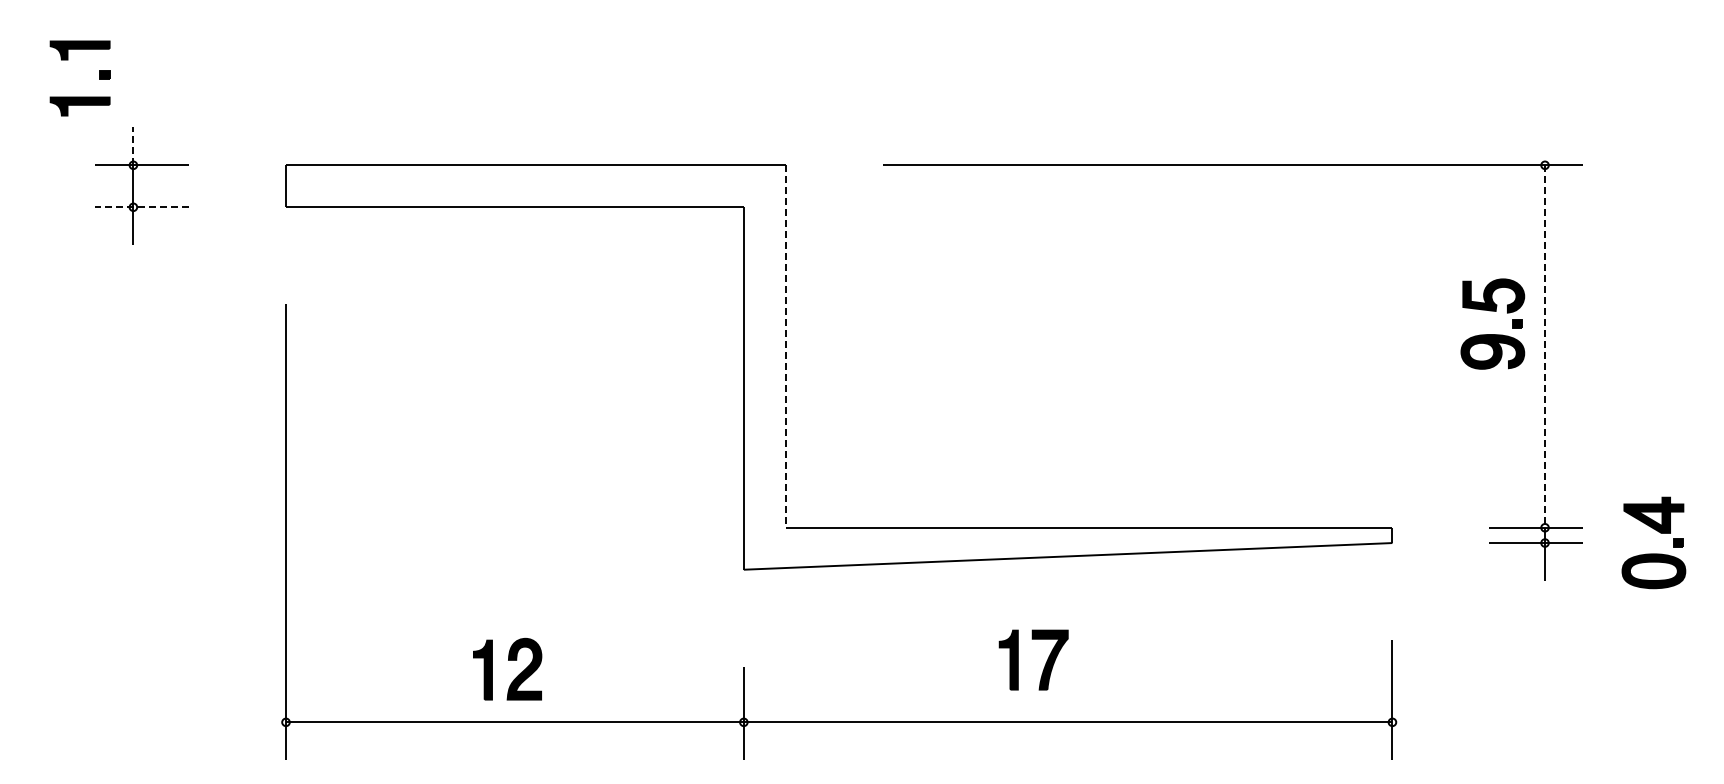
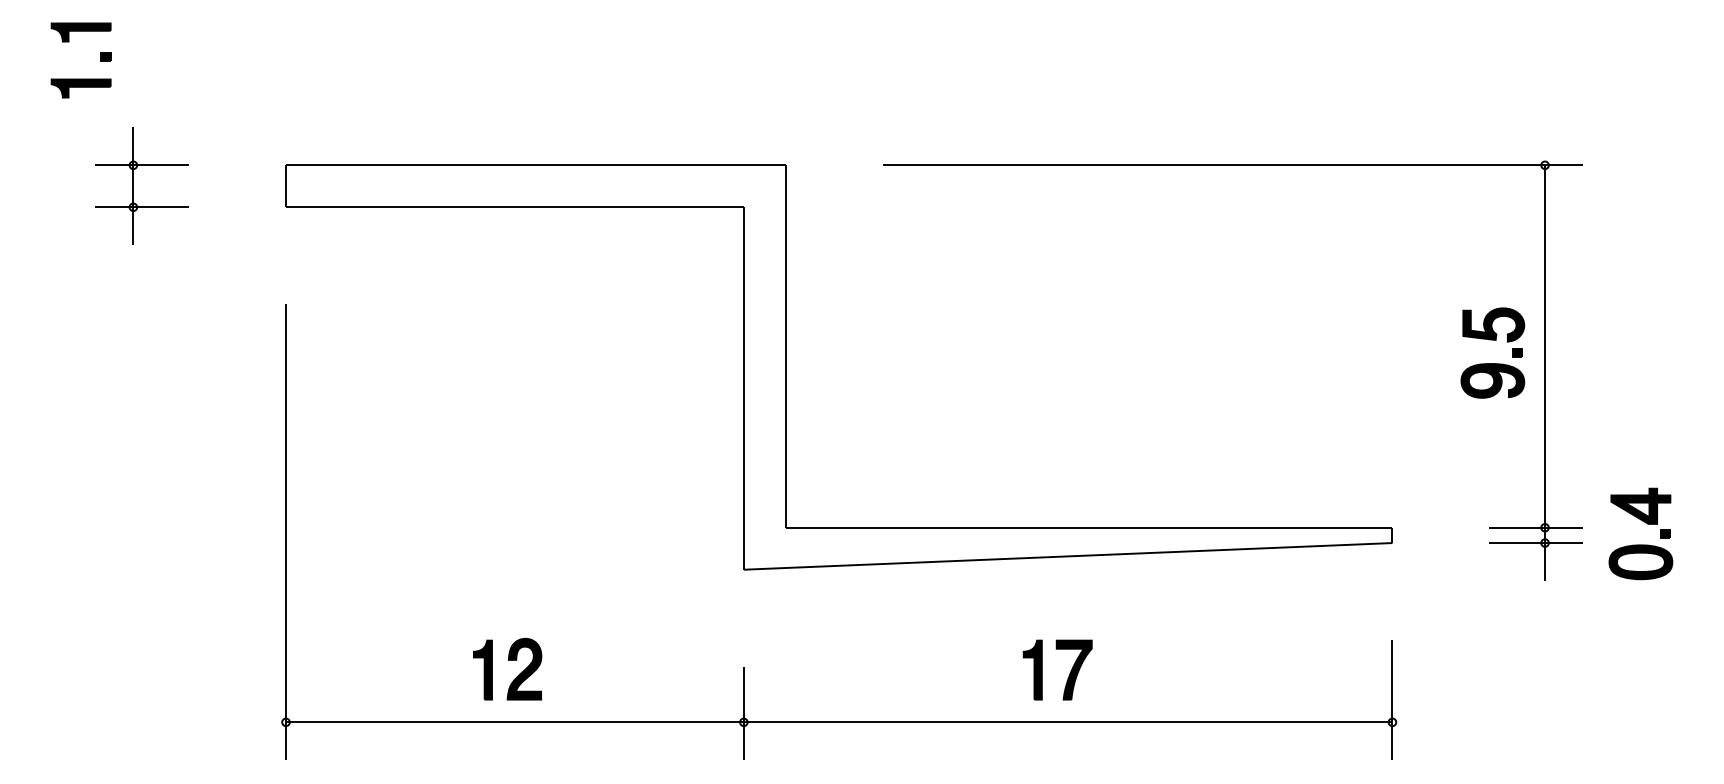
part at (79, 96) position: (79, 96) -> (80, 78)
line at (133, 145): dashed -> solid
line at (142, 207): dashed -> solid
part at (1492, 334) position: (1492, 334) -> (1492, 363)
line at (785, 347): dashed -> solid
line at (1545, 347): dashed -> solid
part at (1653, 553) position: (1653, 553) -> (1640, 544)
part at (1044, 665) position: (1044, 665) -> (1068, 675)
